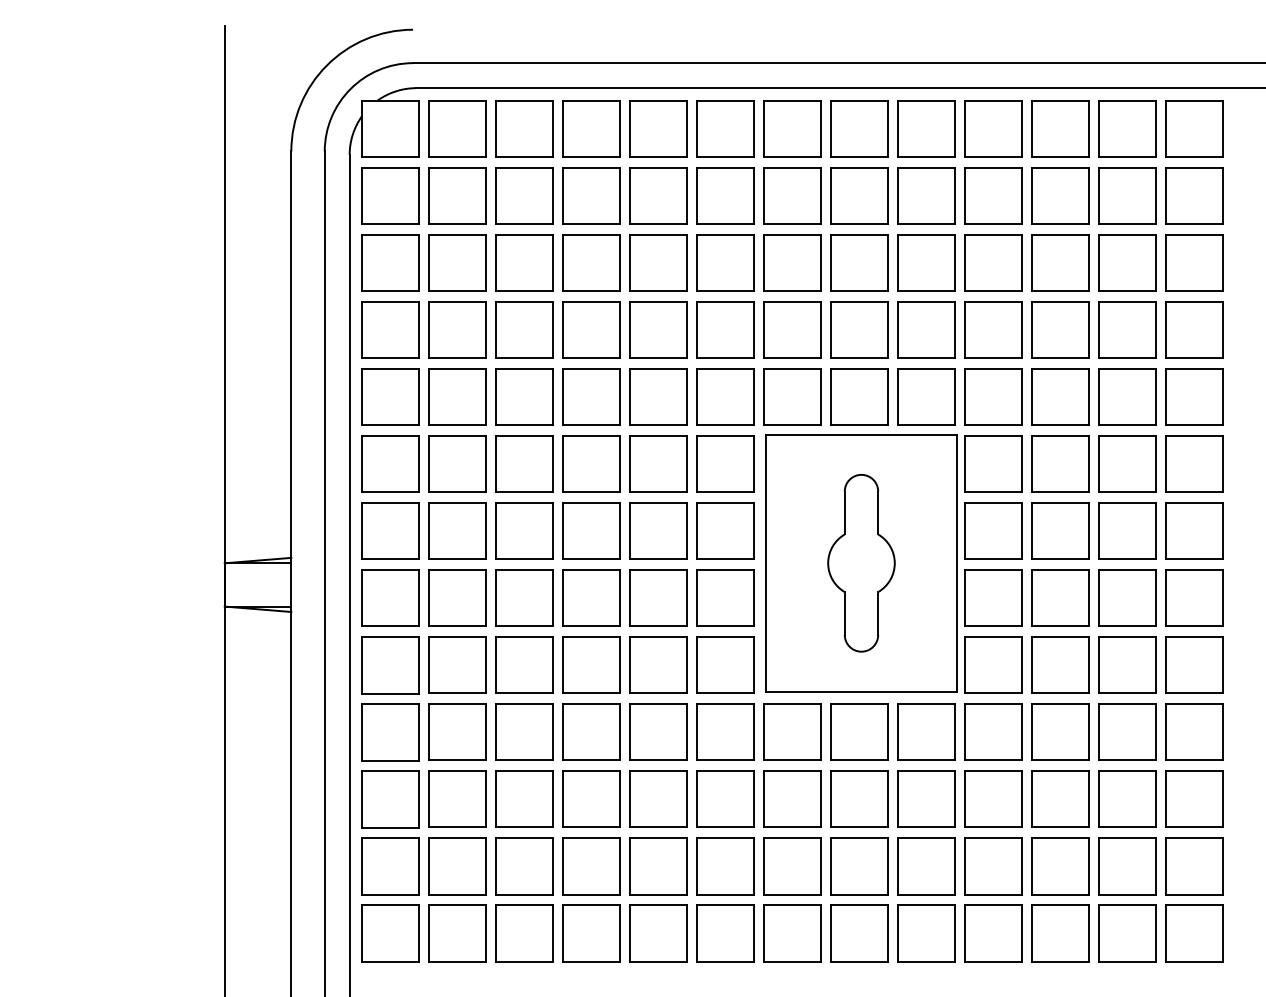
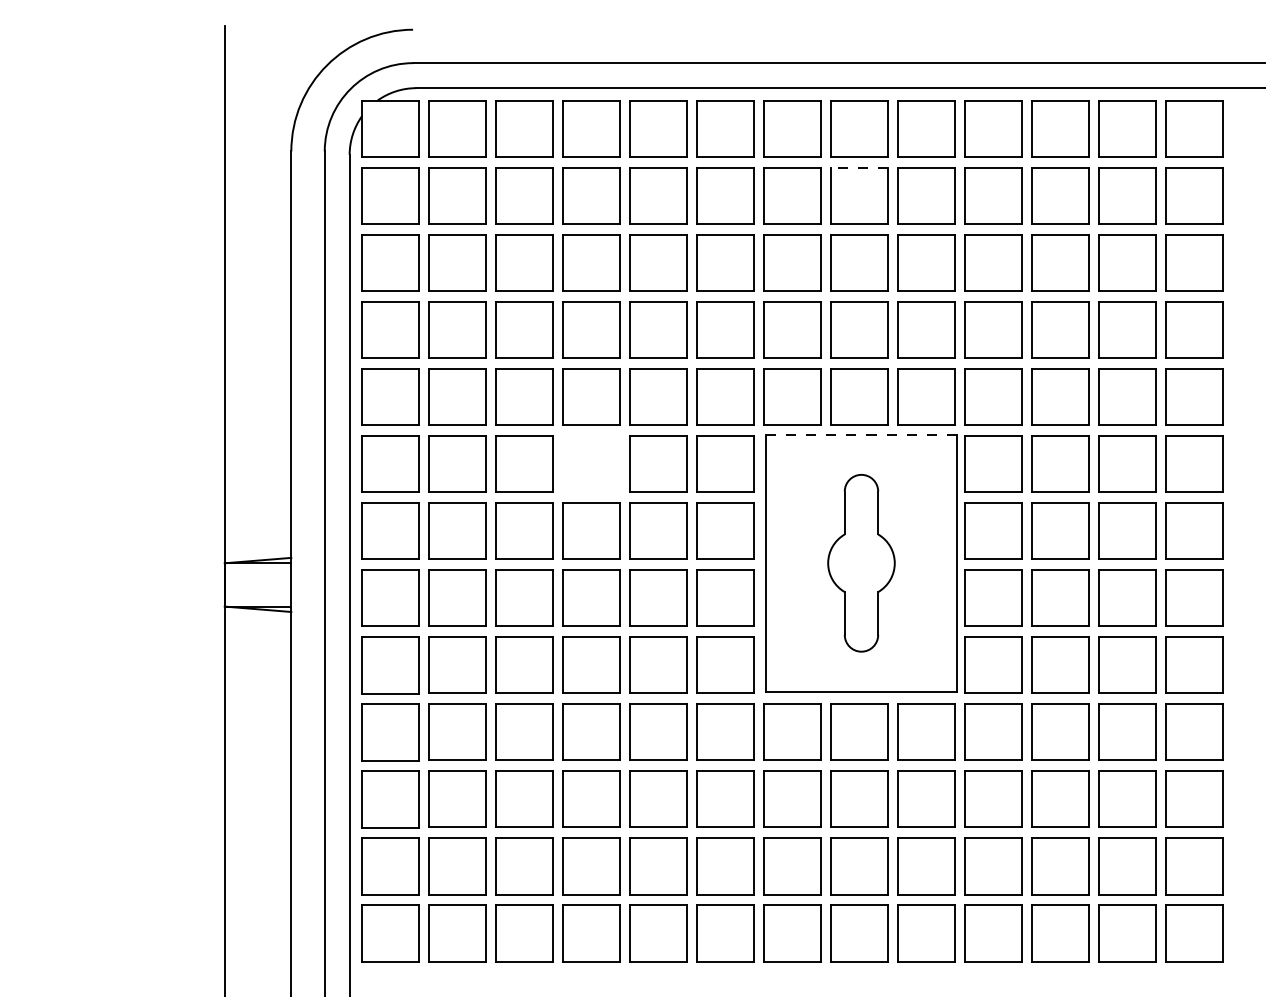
line at (858, 167): solid -> dashed
line at (860, 434): solid -> dashed
part at (591, 463): present -> none
